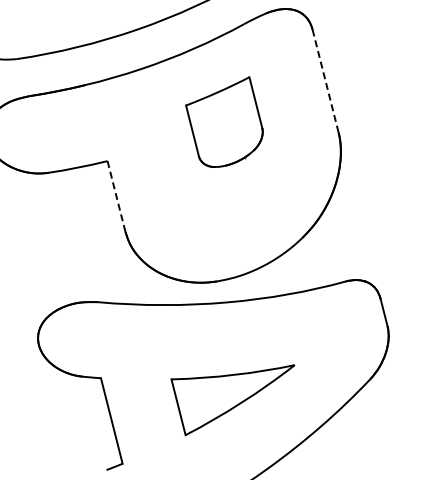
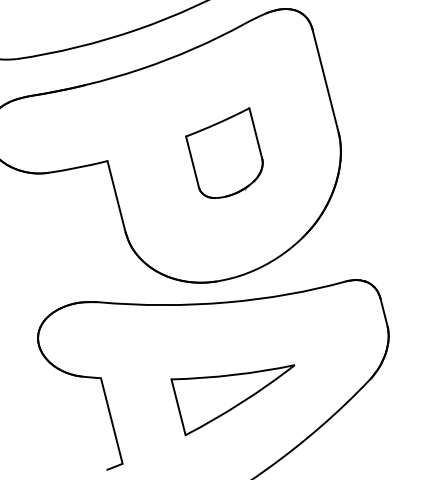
line at (325, 81): dashed -> solid
part at (224, 121) position: (224, 121) -> (224, 152)
line at (116, 196): dashed -> solid
